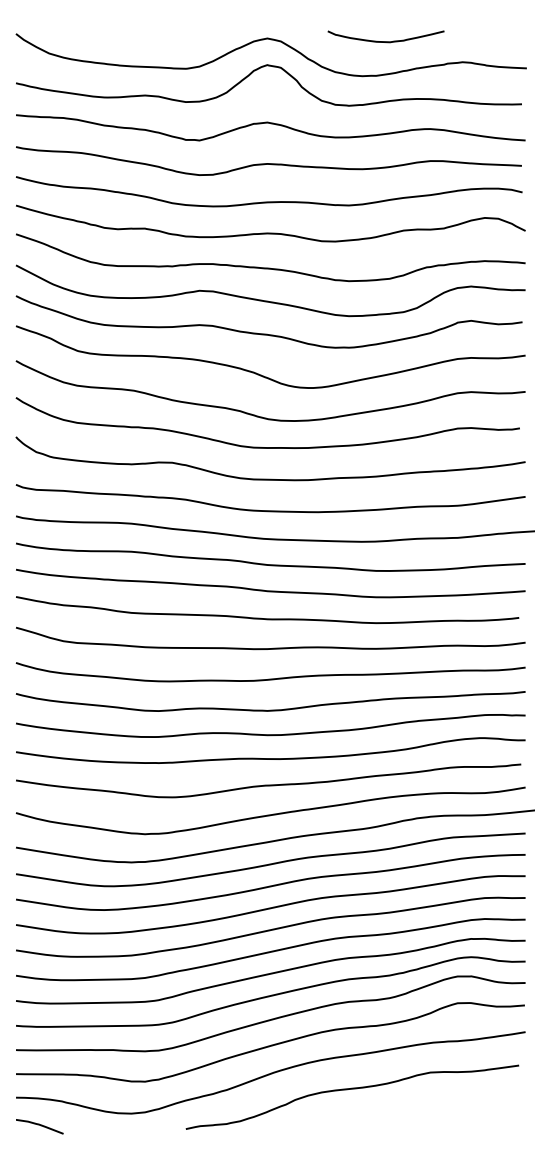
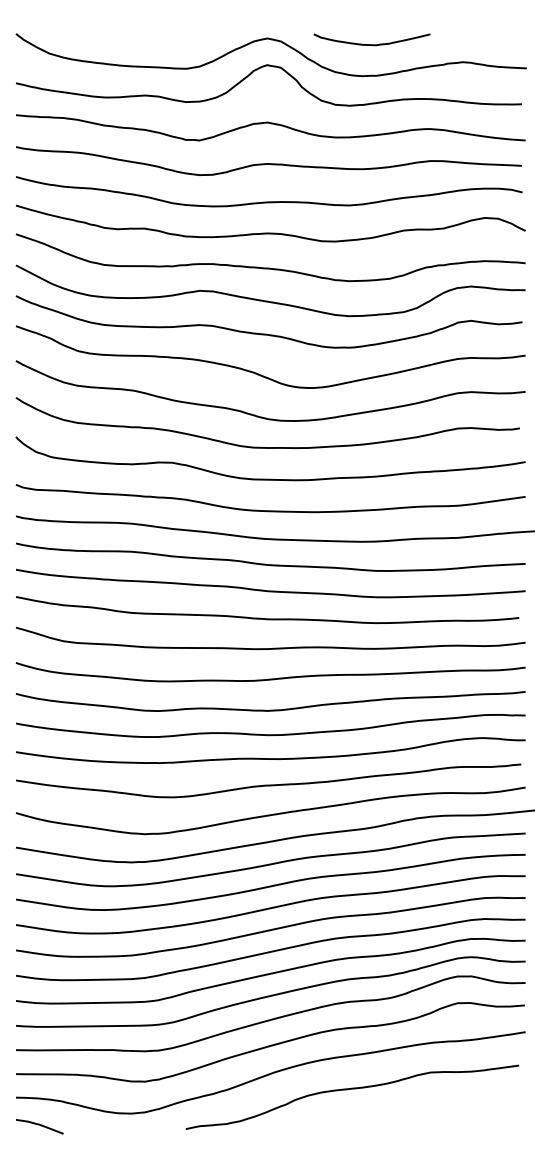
curve at (385, 41) position: (385, 41) -> (371, 44)
